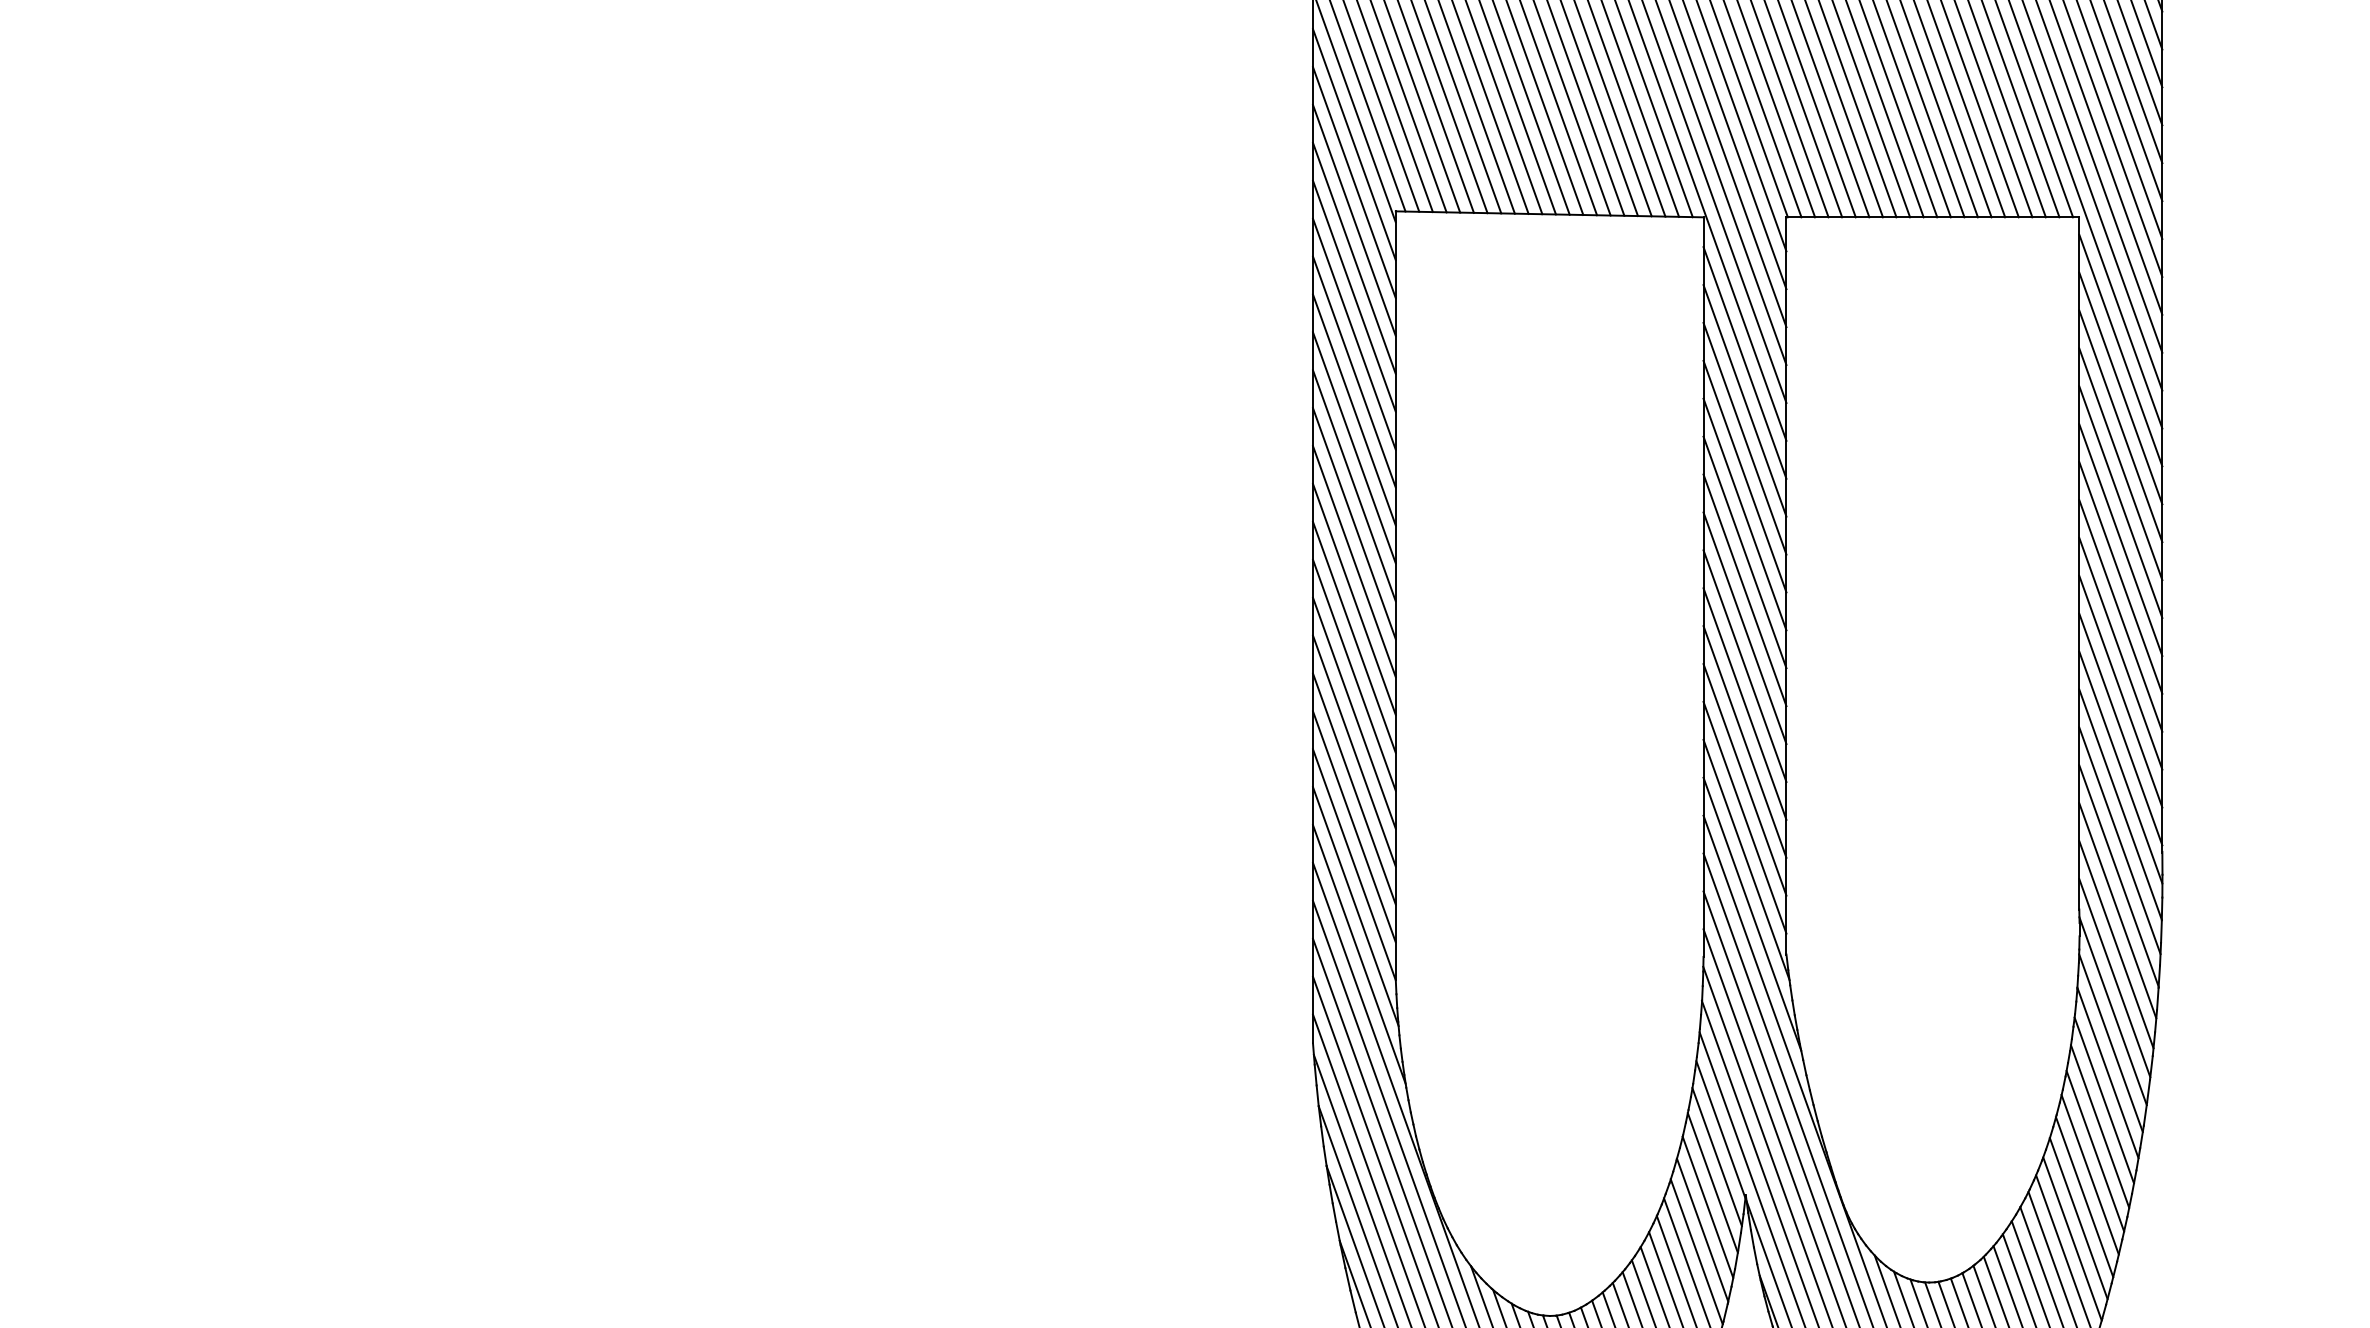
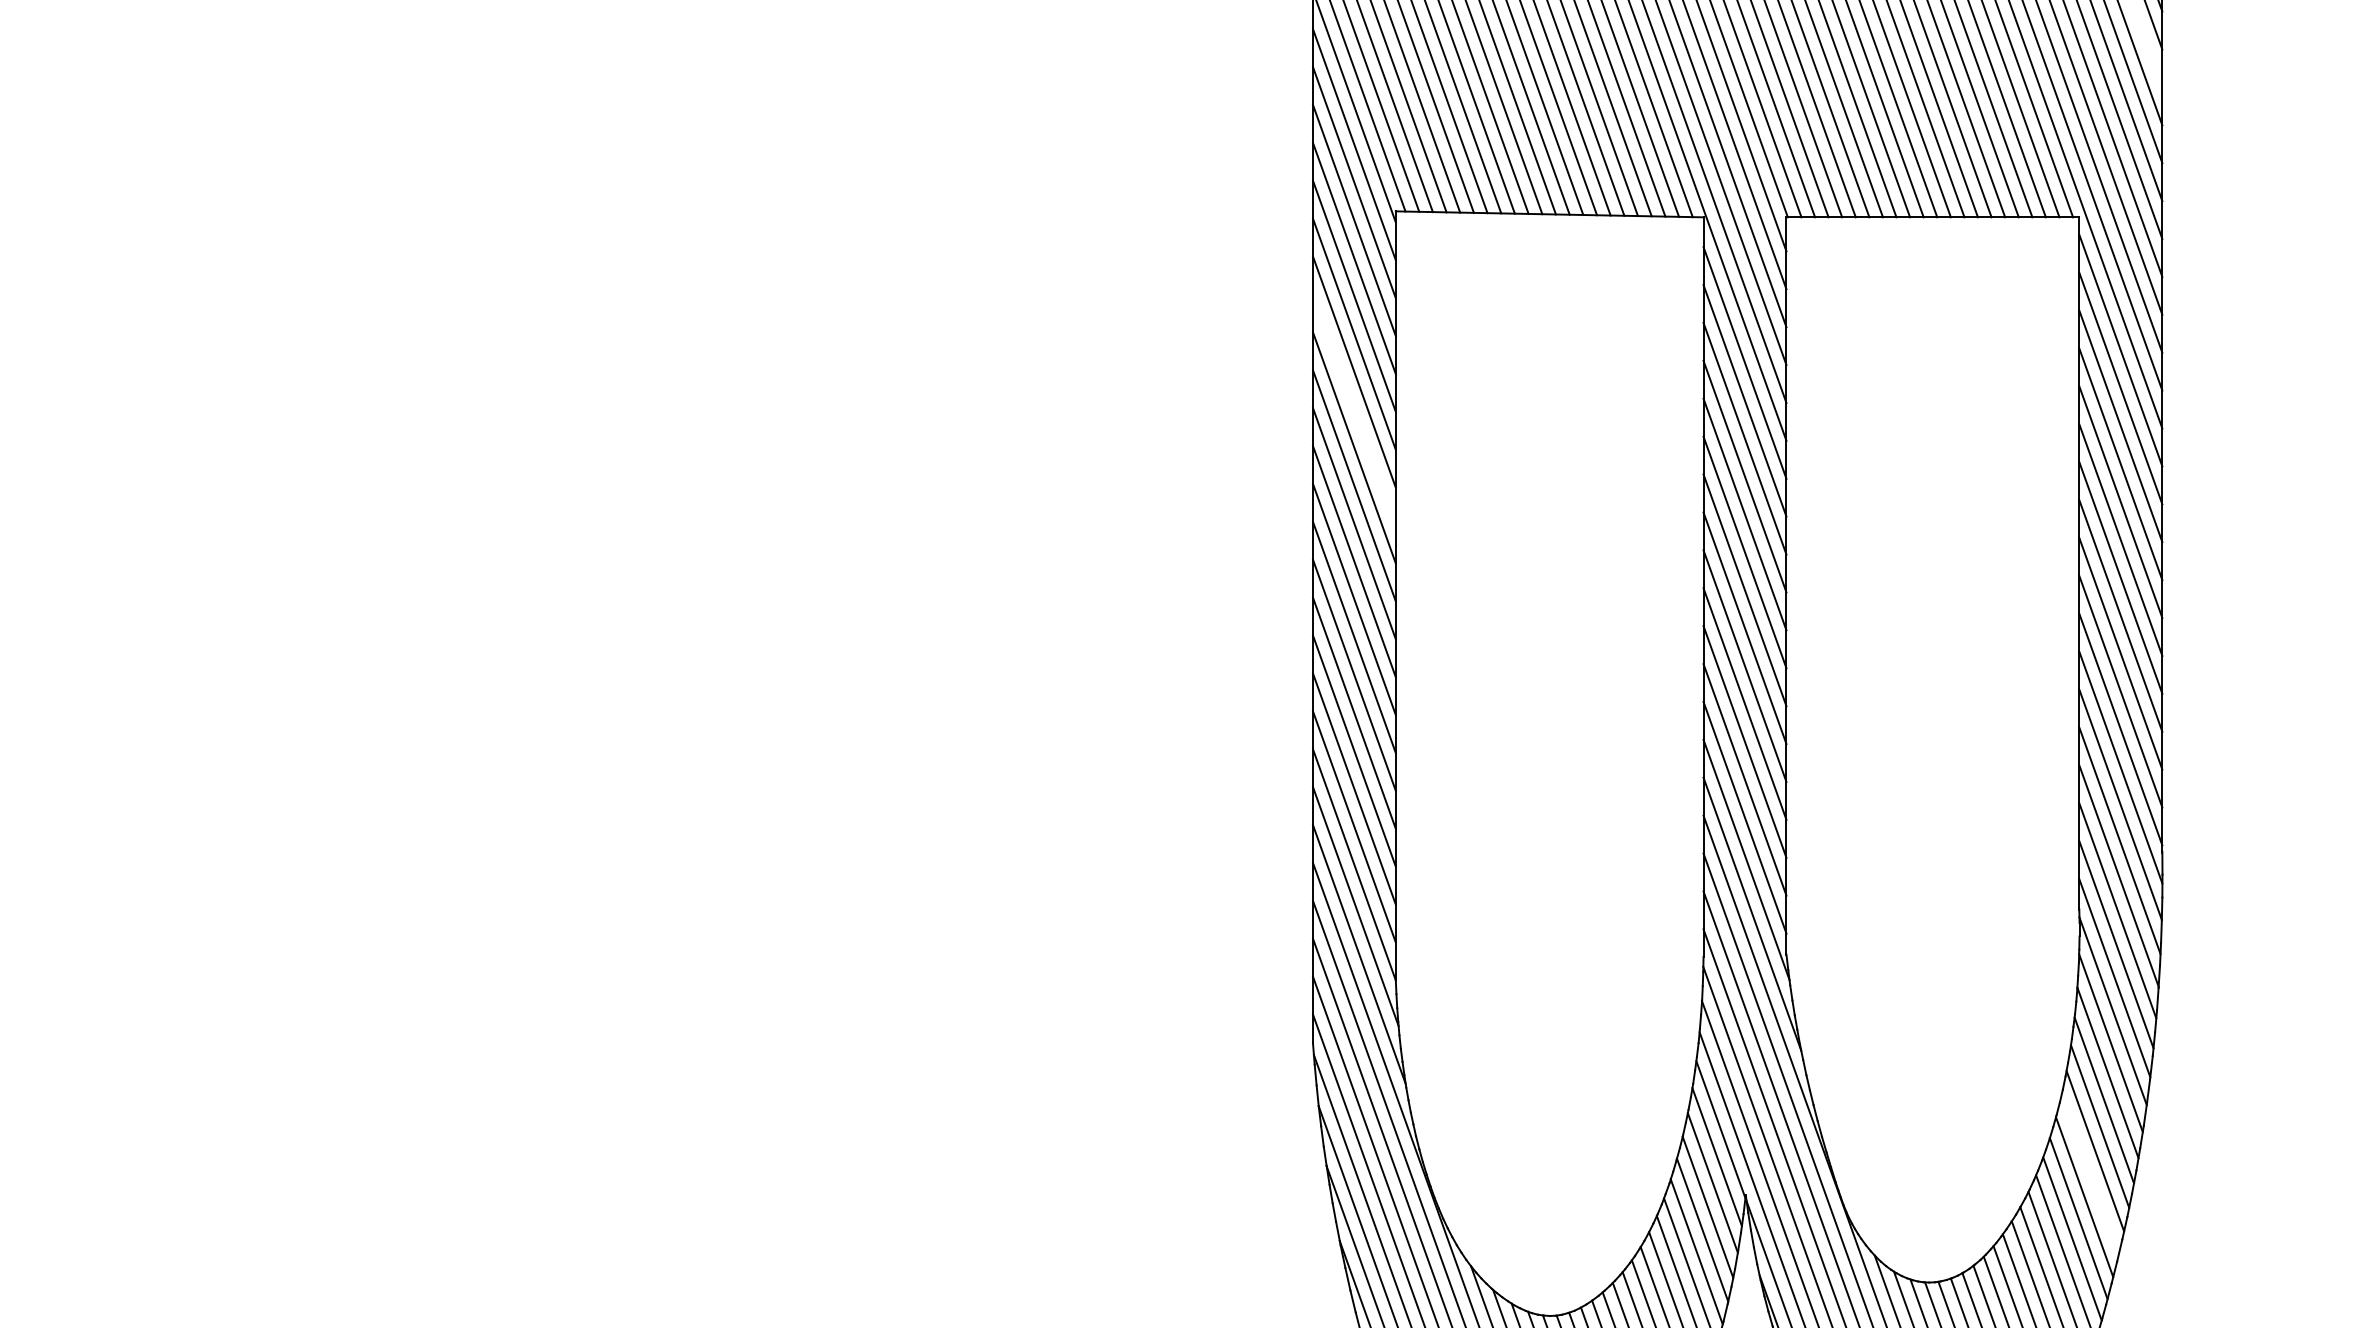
line at (2146, 44): present -> none
line at (1354, 409): present -> none
line at (2089, 1174): present -> none
